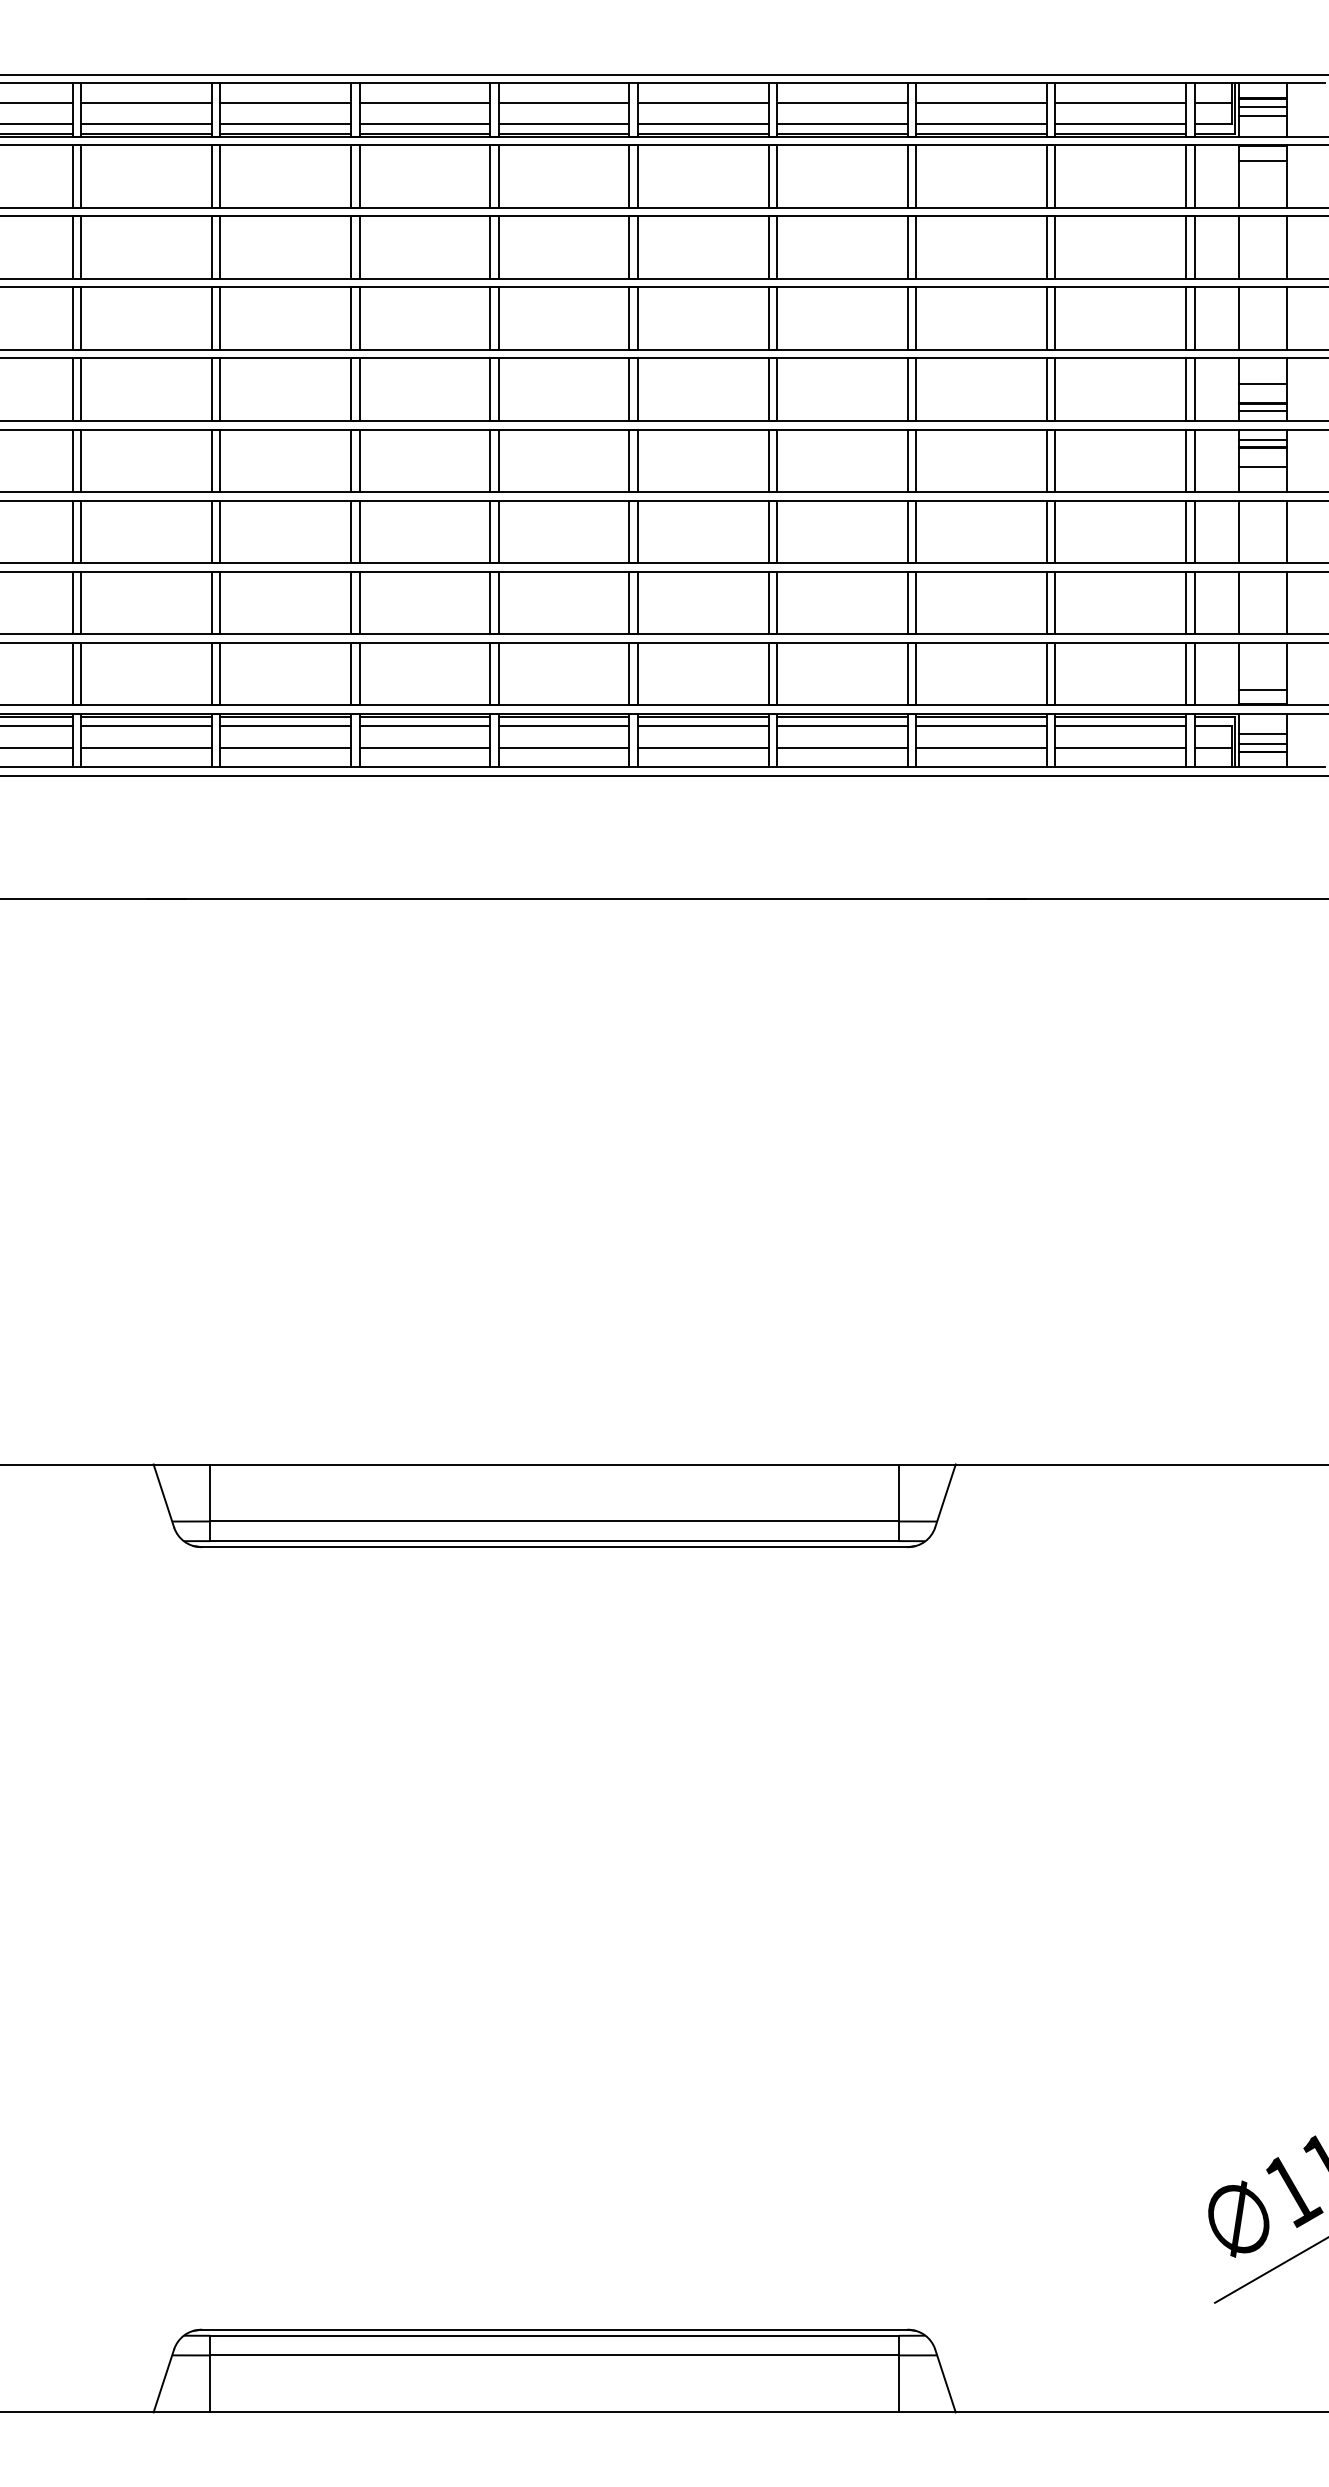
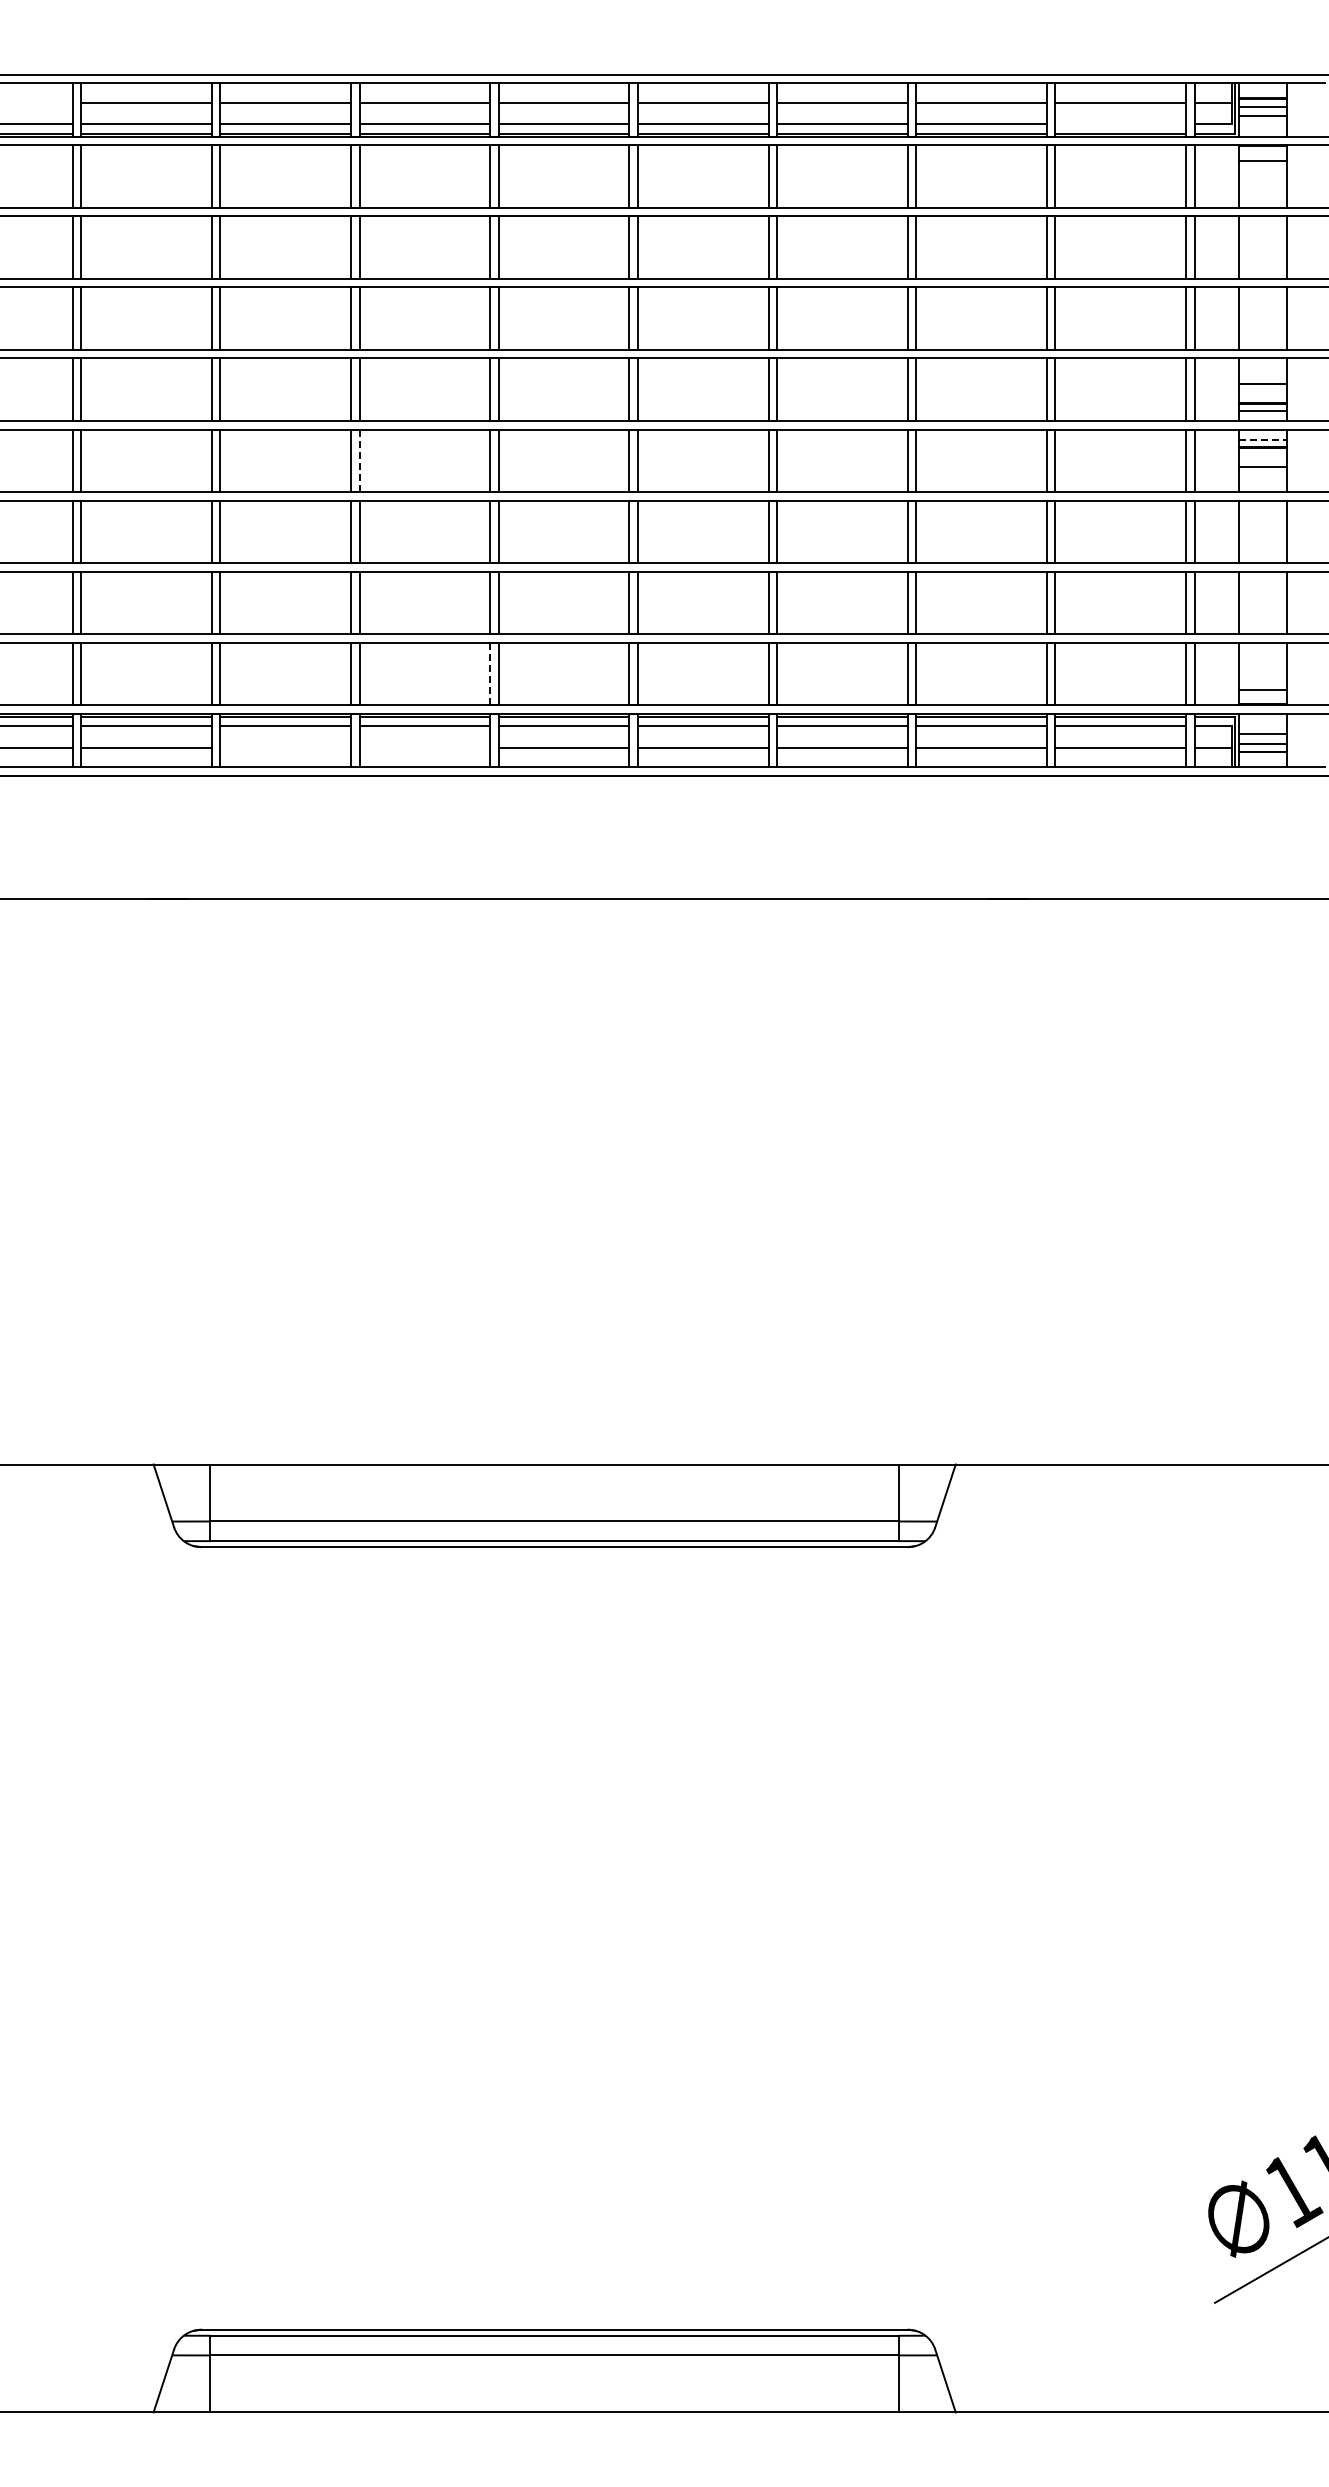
line at (37, 103): present -> none
line at (1120, 124): present -> none
line at (1263, 439): solid -> dashed
line at (359, 460): solid -> dashed
line at (490, 673): solid -> dashed
line at (285, 747): present -> none
line at (424, 747): present -> none
